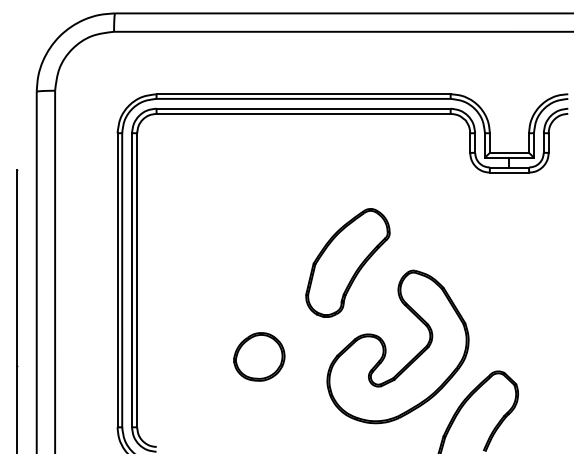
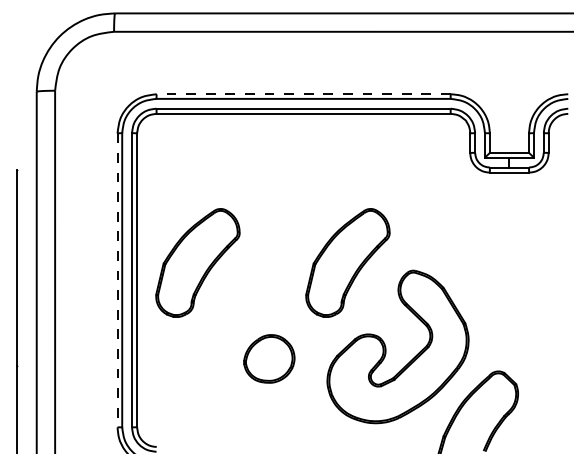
line at (303, 94): solid -> dashed
part at (197, 262): none -> present
line at (117, 280): solid -> dashed
part at (259, 356) position: (259, 356) -> (269, 358)
